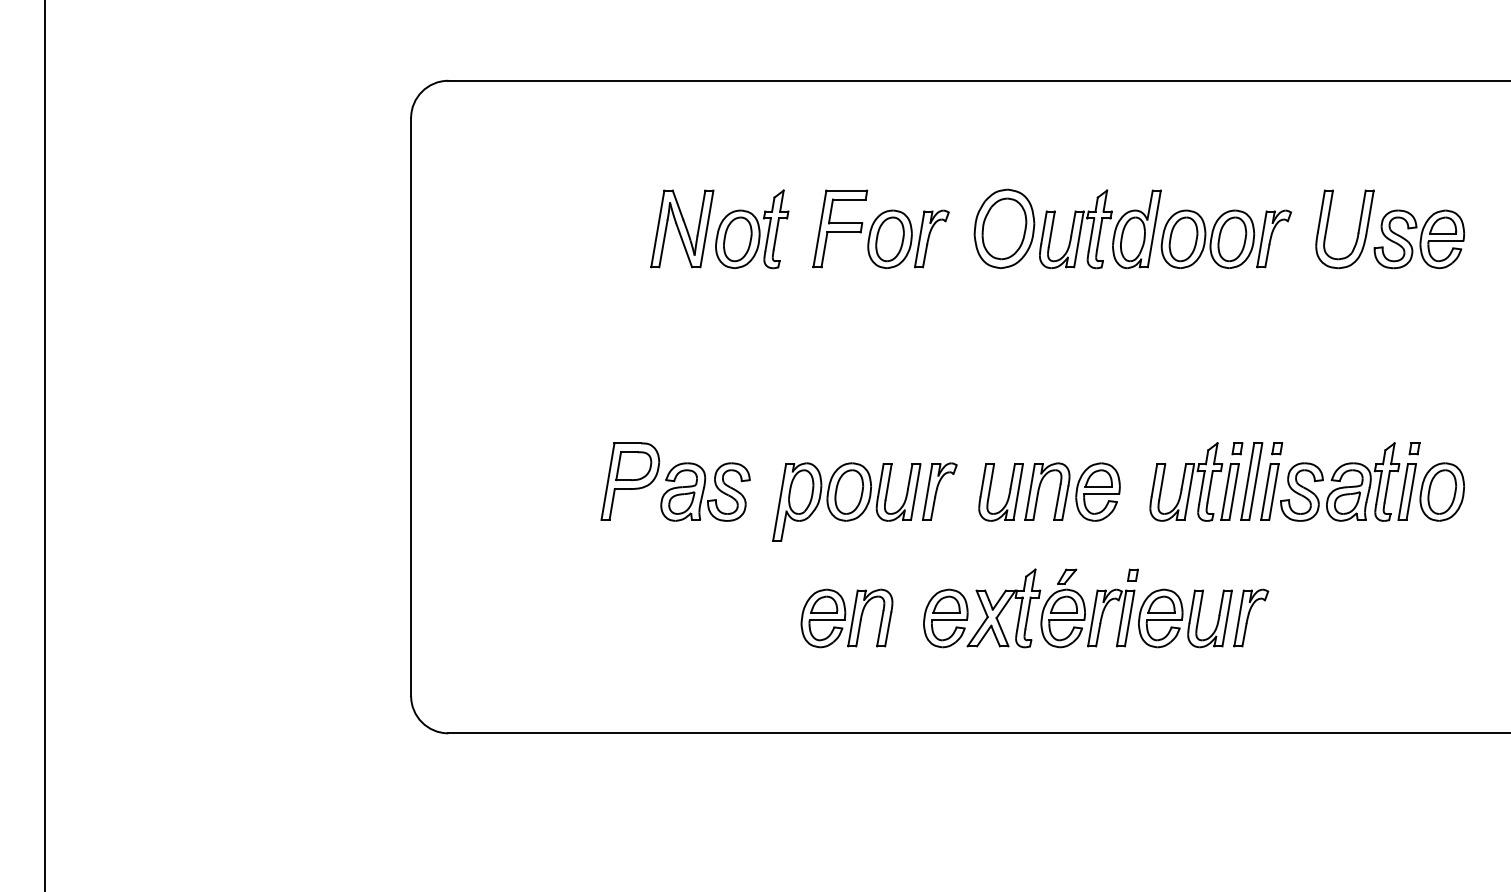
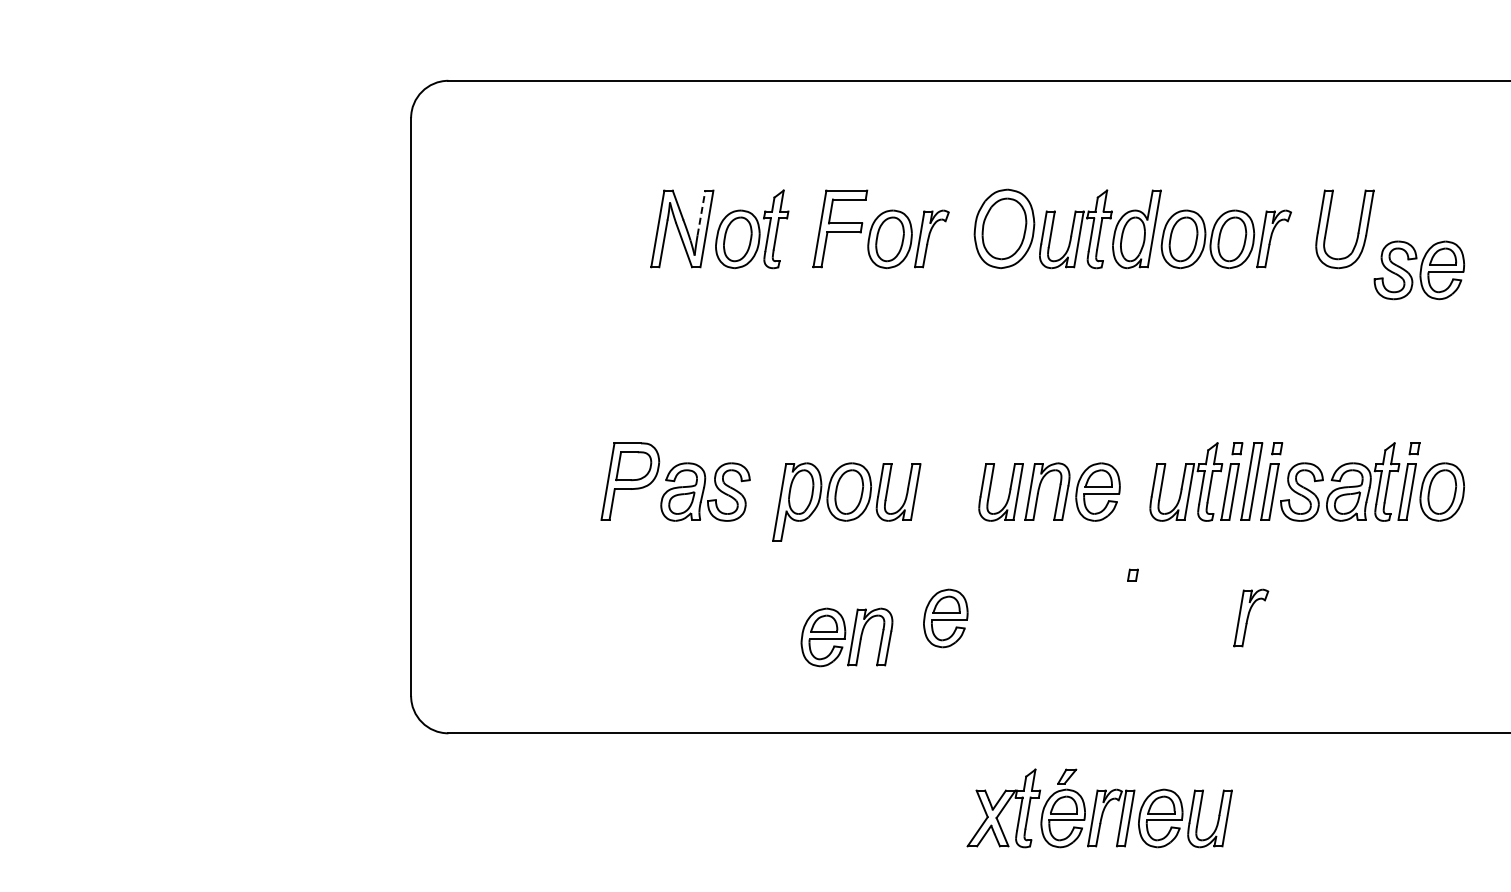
line at (701, 213): solid -> dashed
part at (1419, 239) position: (1419, 239) -> (1419, 270)
line at (45, 445): present -> none
part at (939, 491): present -> none
part at (1099, 608) position: (1099, 608) -> (1099, 808)
part at (846, 618) position: (846, 618) -> (846, 637)
